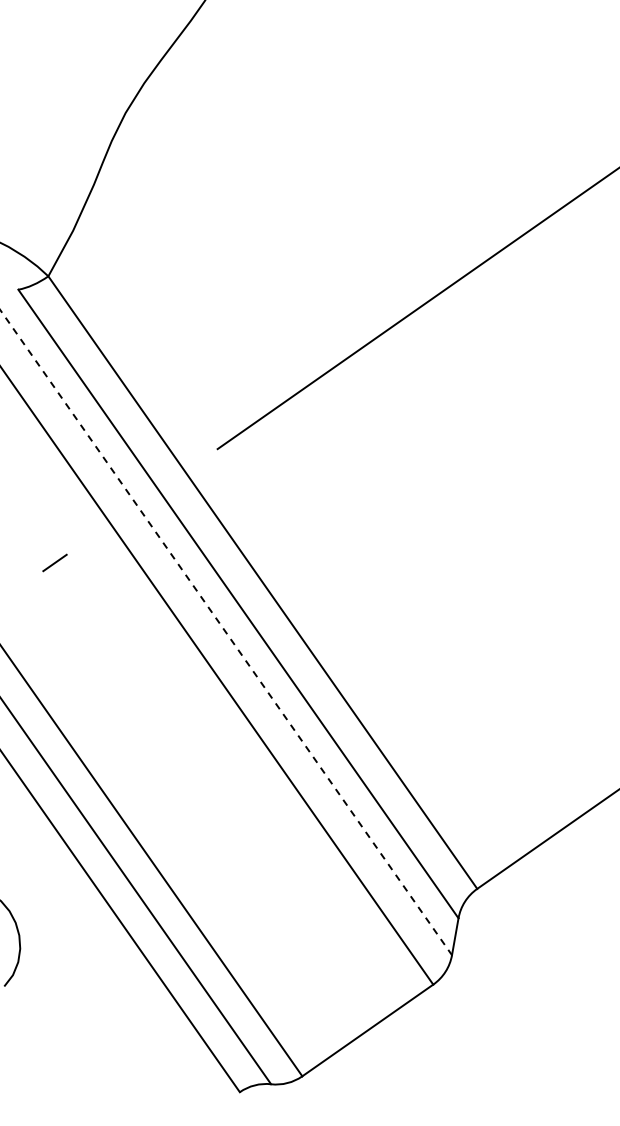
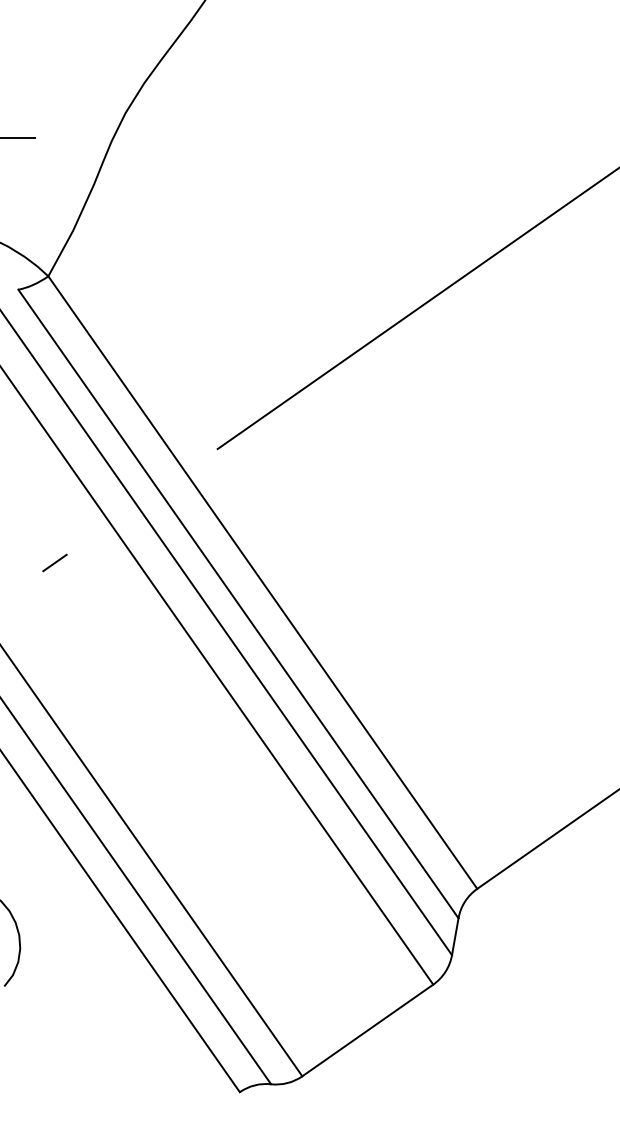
line at (18, 138): none -> present
line at (226, 632): dashed -> solid
